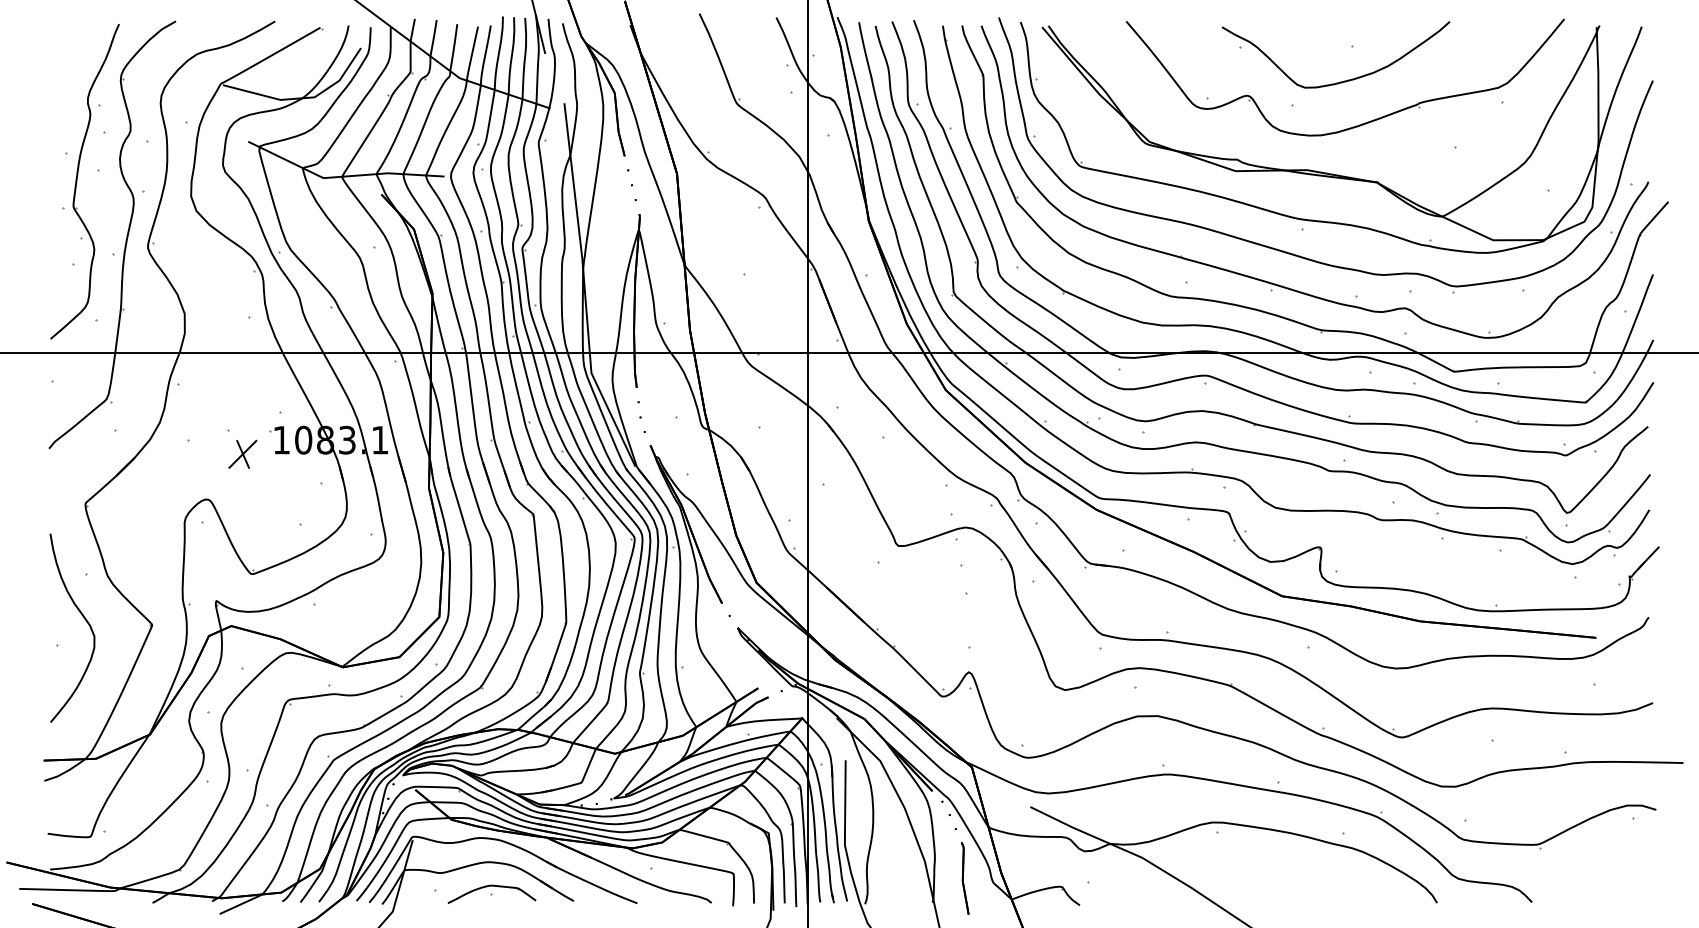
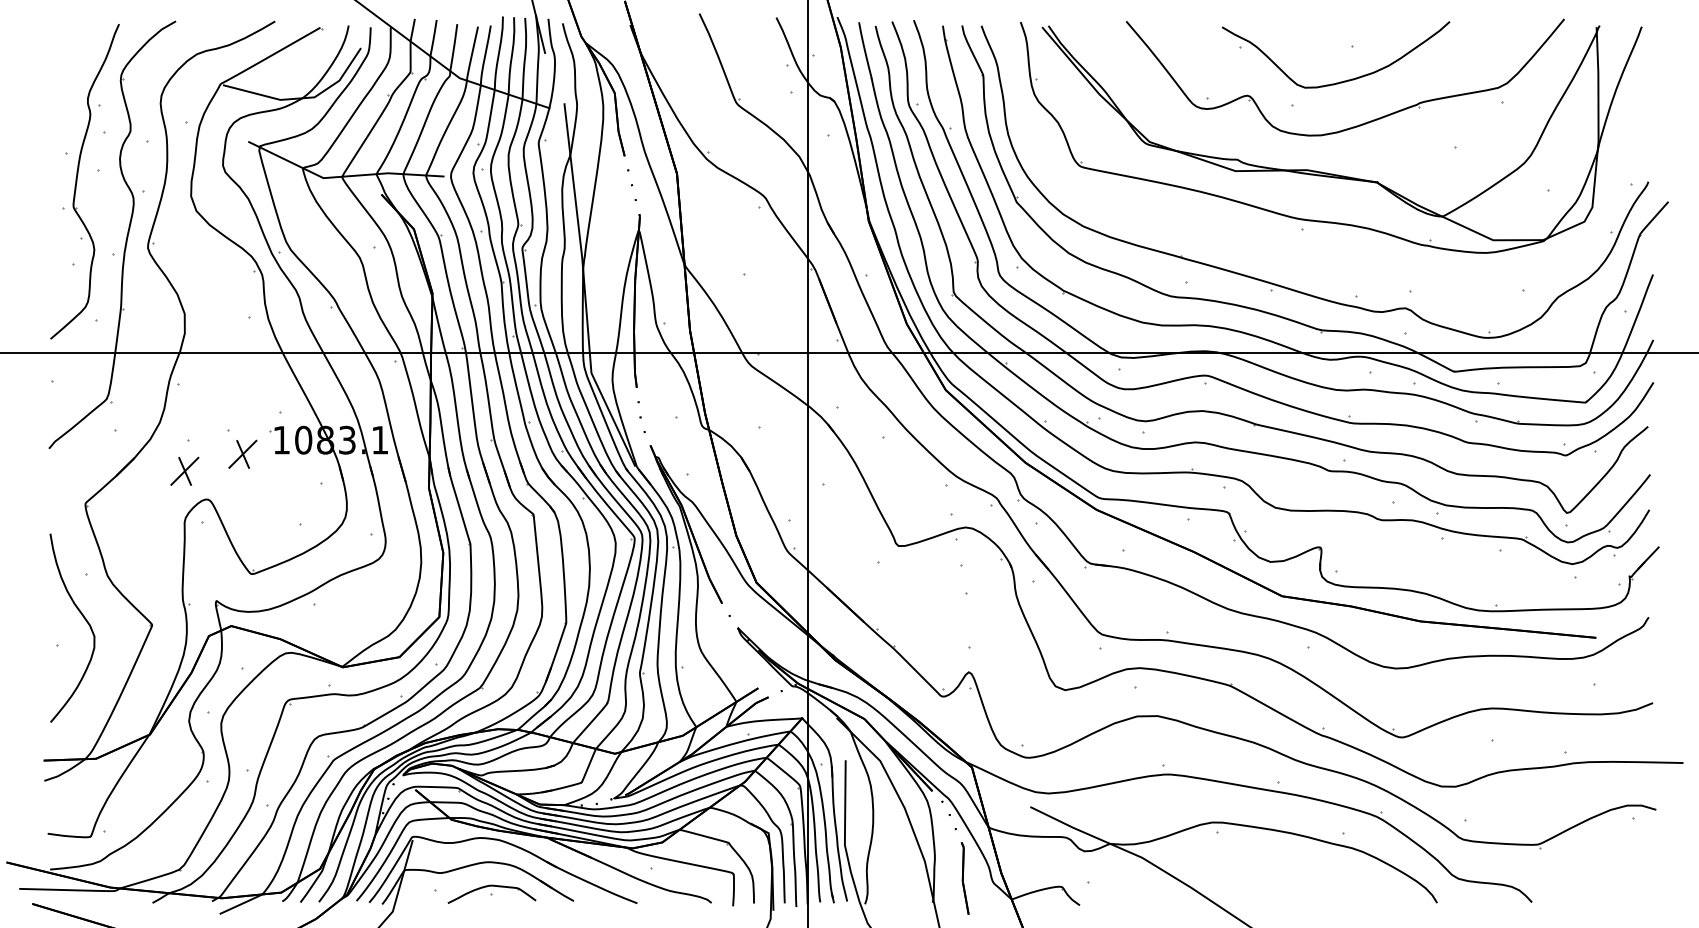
part at (1293, 253): present -> none
part at (184, 470): none -> present
